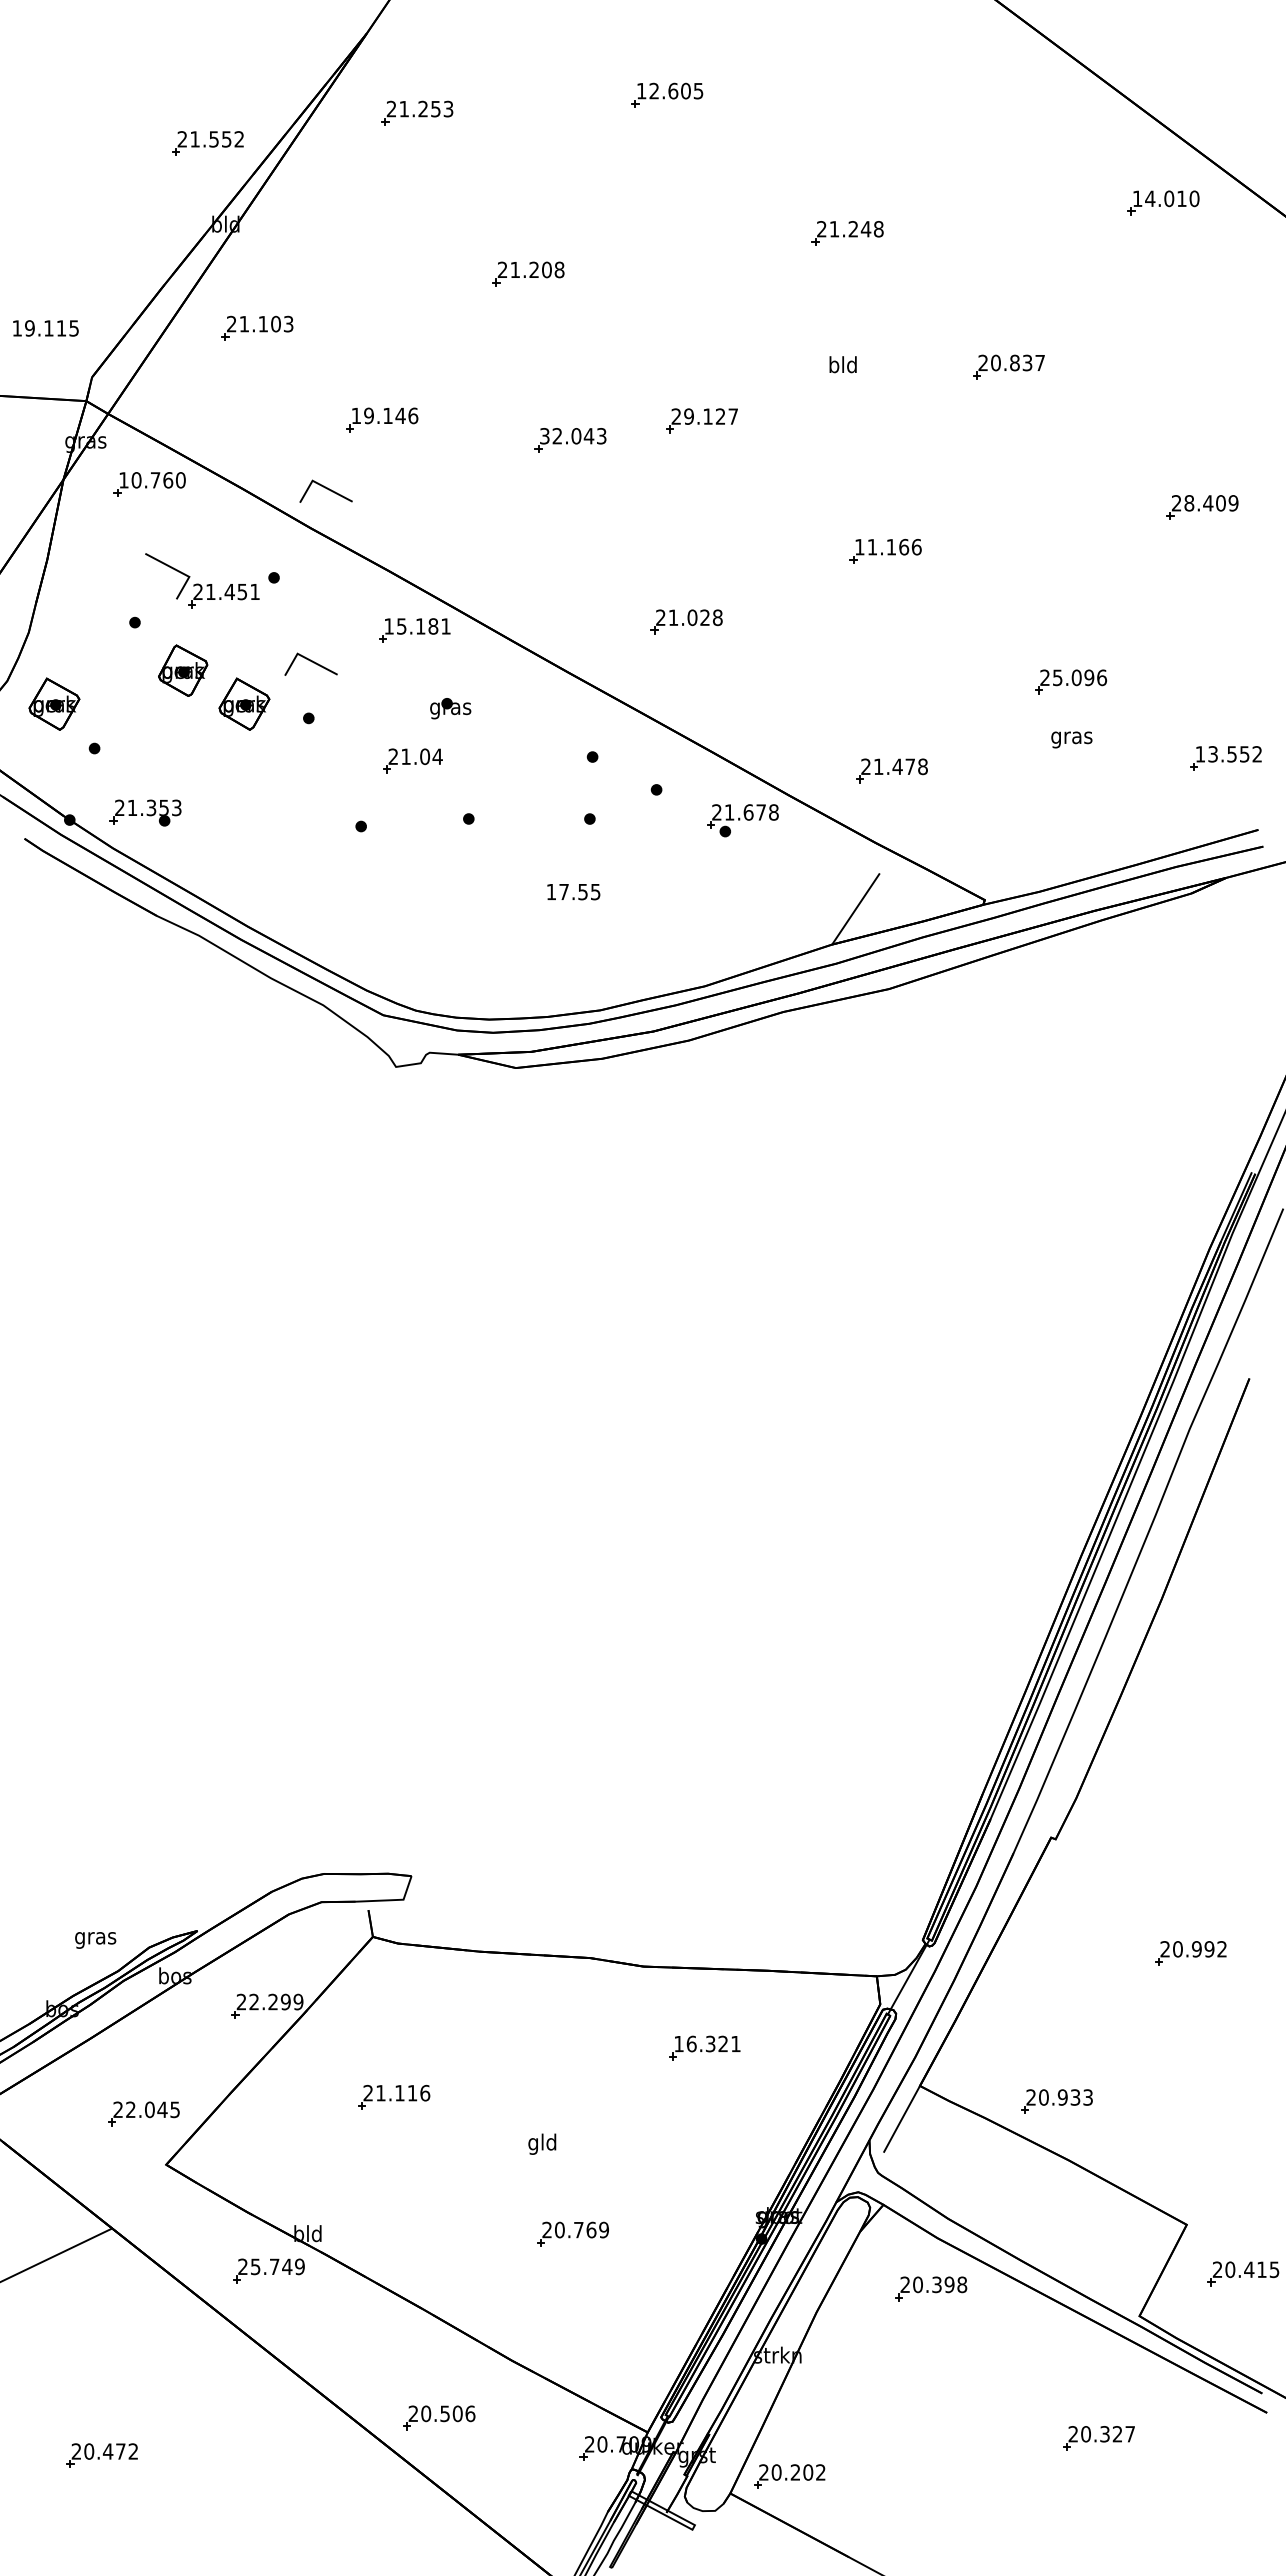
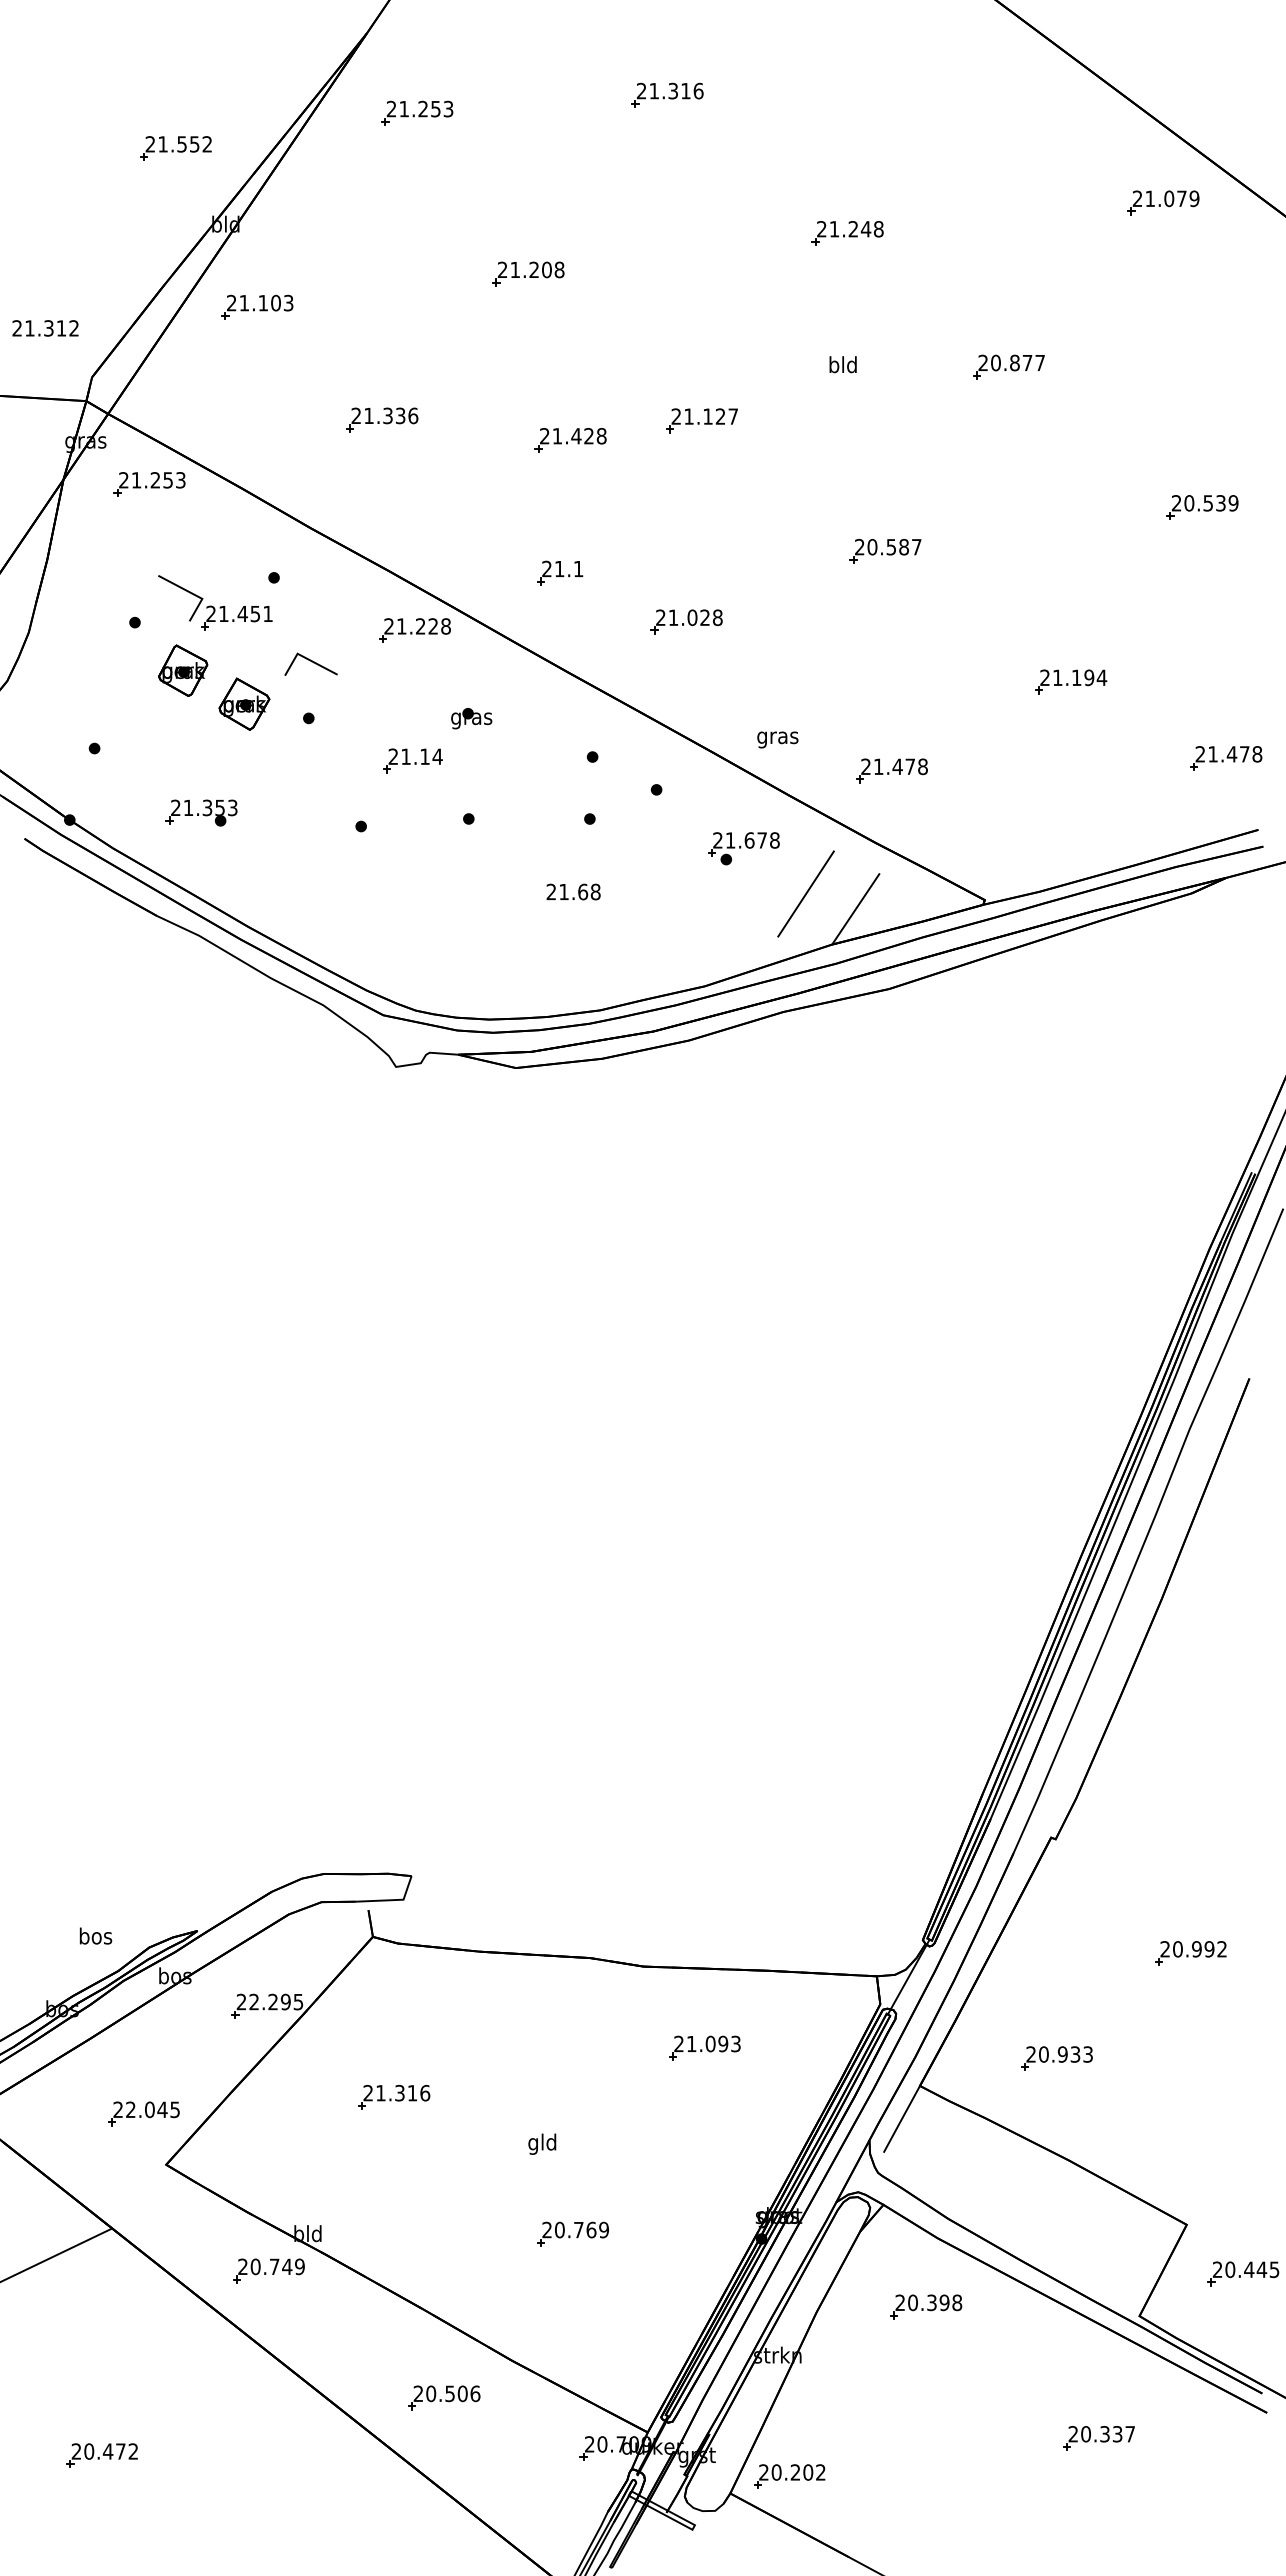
text at (669, 90): 12.605 -> 21.316
part at (207, 143) position: (207, 143) -> (175, 148)
text at (1165, 198): 14.010 -> 21.079
part at (257, 327) position: (257, 327) -> (257, 306)
text at (45, 328): 19.115 -> 21.312
text at (1027, 362): 20.837 -> 20.877
text at (378, 415): 19.146 -> 21.336
text at (688, 416): 29.127 -> 21.127
text at (573, 436): 32.043 -> 21.428
text at (152, 480): 10.760 -> 21.253
line at (326, 489): present -> none
text at (1204, 503): 28.409 -> 20.539
text at (888, 546): 11.166 -> 20.587
part at (560, 572): none -> present
part at (202, 580) position: (202, 580) -> (215, 602)
text at (417, 626): 15.181 -> 21.228
text at (1080, 677): 25.096 -> 21.194
part at (54, 703): present -> none
part at (450, 708) position: (450, 708) -> (471, 718)
text at (1071, 739) position: (1071, 739) -> (777, 739)
text at (1228, 754): 13.552 -> 21.478
text at (425, 756): 21.04 -> 21.14
part at (145, 812) position: (145, 812) -> (201, 812)
part at (742, 820) position: (742, 820) -> (743, 848)
text at (573, 891): 17.55 -> 21.68
line at (805, 893): none -> present
text at (95, 1937): gras -> bos
text at (298, 2001): 22.299 -> 22.295
text at (707, 2043): 16.321 -> 21.093
text at (399, 2092): 21.116 -> 21.316
part at (1056, 2101) position: (1056, 2101) -> (1056, 2058)
text at (255, 2266): 25.749 -> 20.749
text at (1261, 2269): 20.415 -> 20.445
part at (931, 2288) position: (931, 2288) -> (926, 2306)
part at (439, 2417) position: (439, 2417) -> (444, 2397)
text at (1117, 2434): 20.327 -> 20.337
